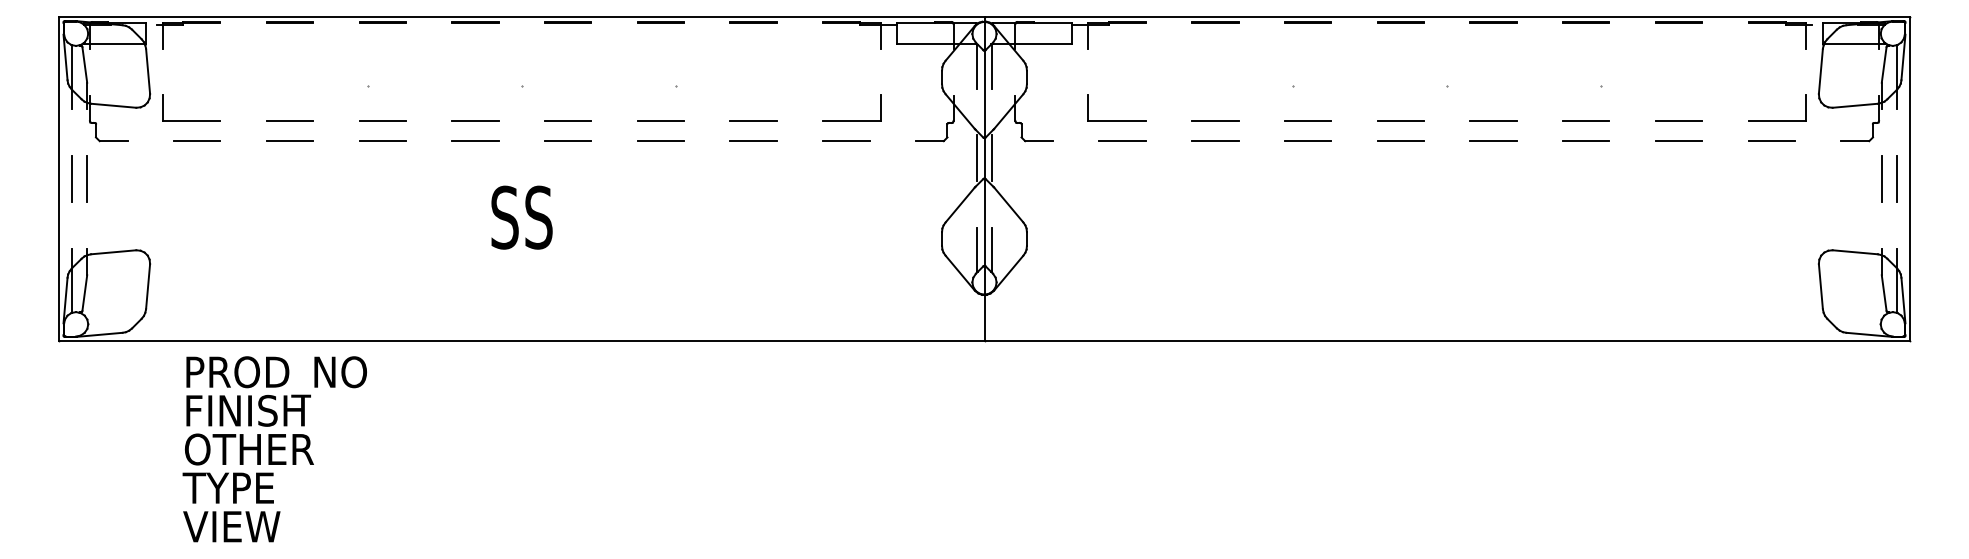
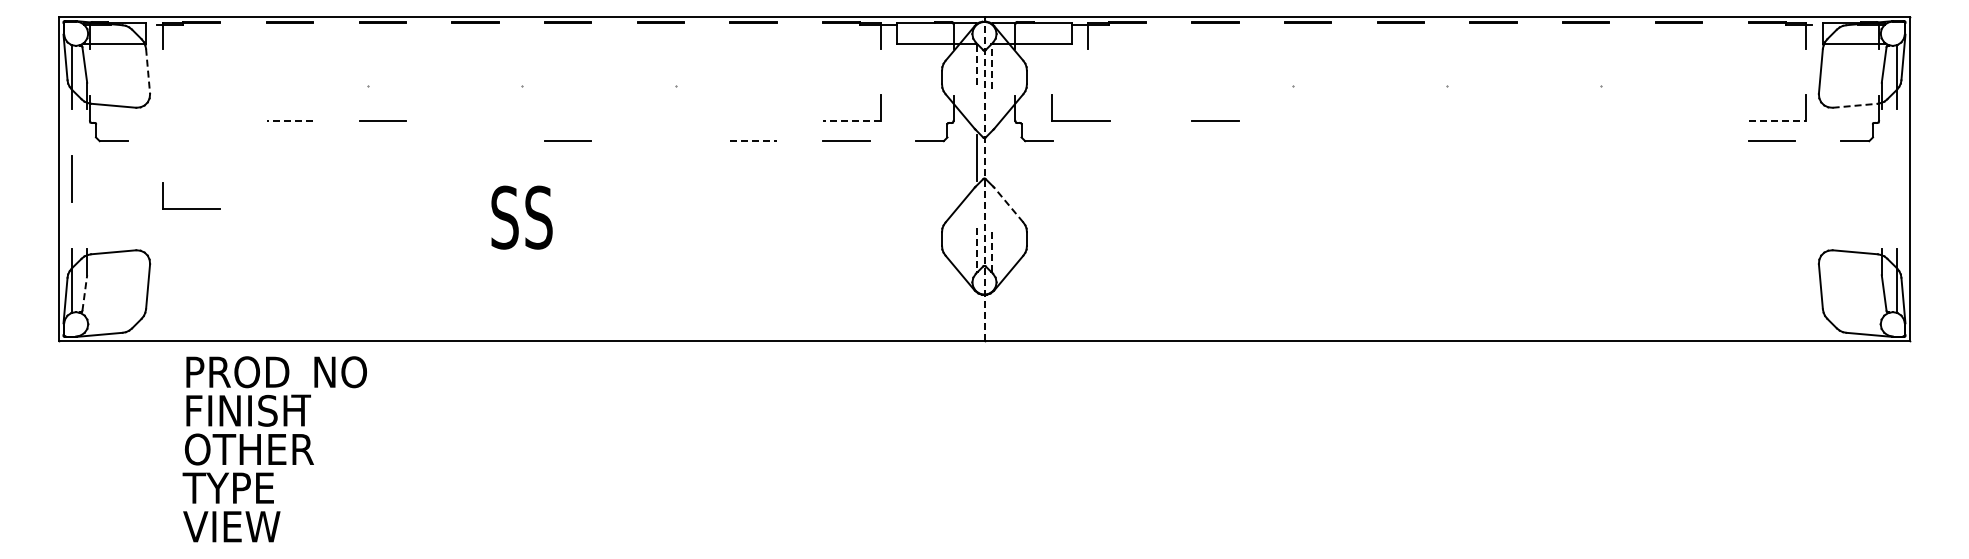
line at (992, 66): solid -> dashed
line at (976, 67): solid -> dashed
line at (148, 71): solid -> dashed
line at (1855, 105): solid -> dashed
part at (191, 120) position: (191, 120) -> (191, 208)
part at (1116, 120) position: (1116, 120) -> (1080, 120)
line at (1678, 120): present -> none
line at (289, 121): solid -> dashed
line at (475, 121): present -> none
line at (568, 121): present -> none
line at (660, 121): present -> none
line at (753, 121): present -> none
line at (851, 121): solid -> dashed
line at (1307, 121): present -> none
line at (1400, 121): present -> none
line at (1493, 121): present -> none
line at (1586, 121): present -> none
line at (1777, 121): solid -> dashed
line at (1215, 140): present -> none
line at (1678, 140): present -> none
line at (197, 141): present -> none
line at (289, 141): present -> none
line at (382, 141): present -> none
line at (475, 141): present -> none
line at (660, 141): present -> none
line at (754, 141): solid -> dashed
line at (1122, 141): present -> none
line at (1307, 141): present -> none
line at (1400, 141): present -> none
line at (1493, 141): present -> none
line at (1586, 141): present -> none
line at (992, 157): present -> none
line at (87, 178): present -> none
line at (984, 178): solid -> dashed
line at (1881, 178): present -> none
line at (1897, 178): present -> none
line at (1008, 205): solid -> dashed
line at (992, 249): solid -> dashed
line at (976, 250): solid -> dashed
line at (84, 292): solid -> dashed
